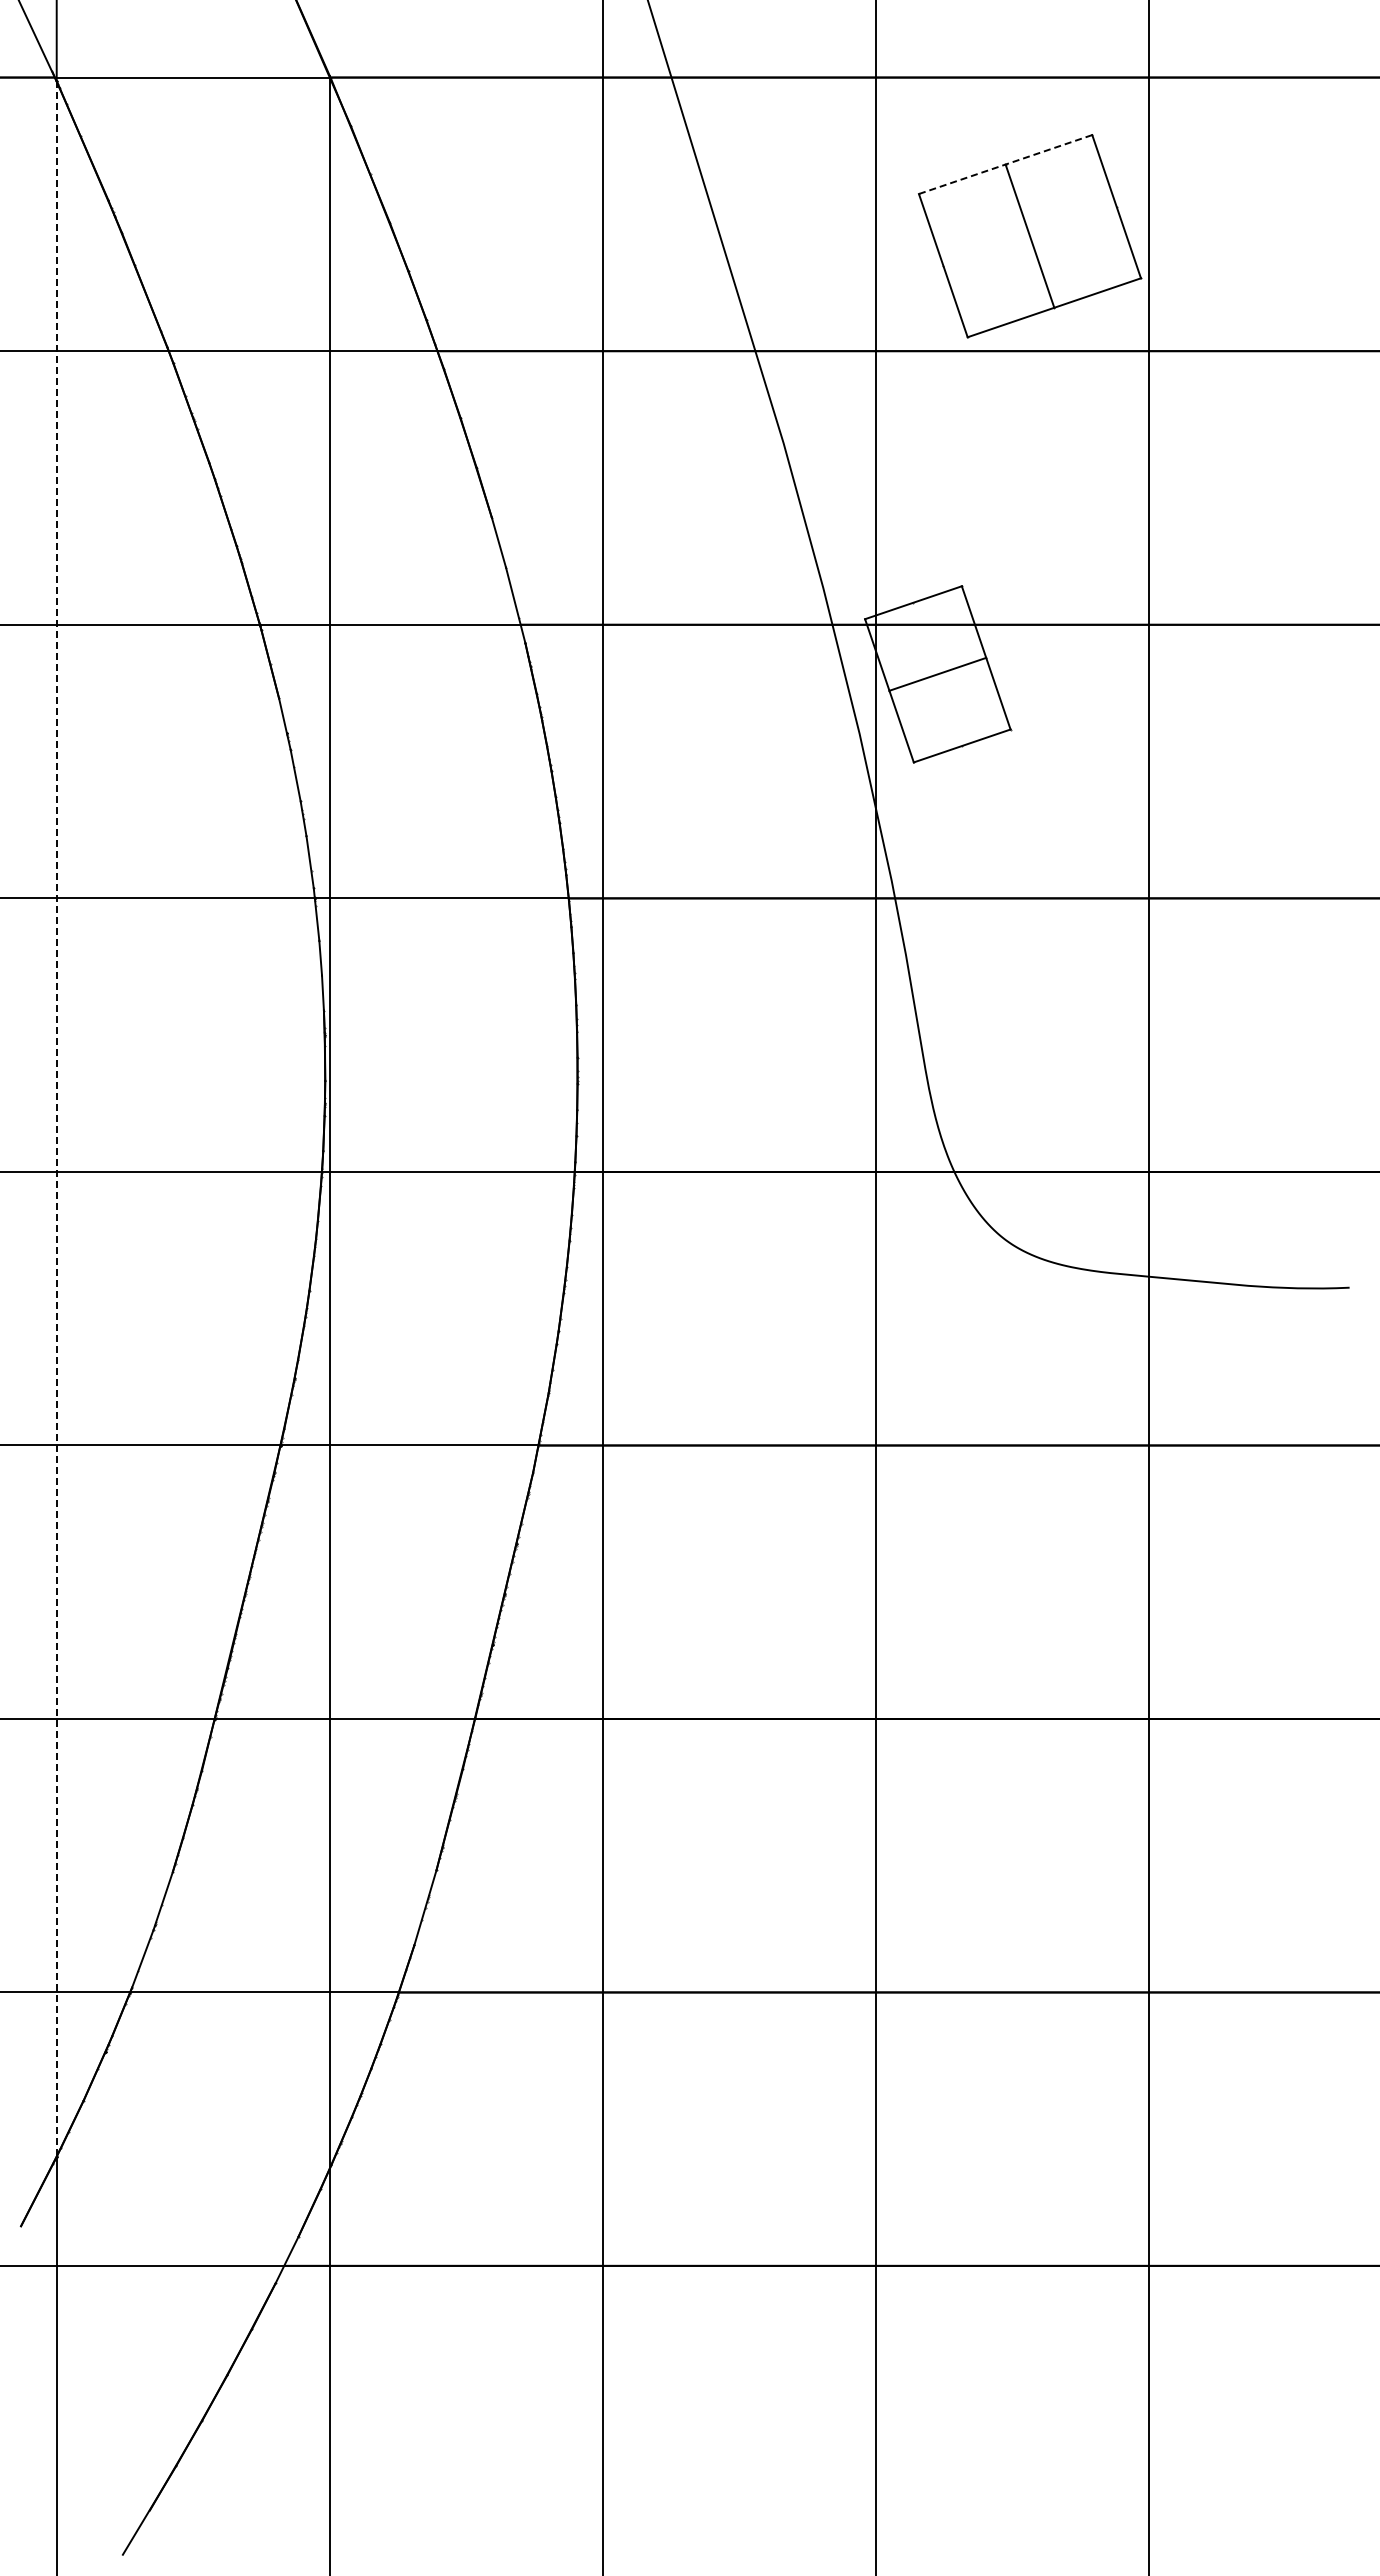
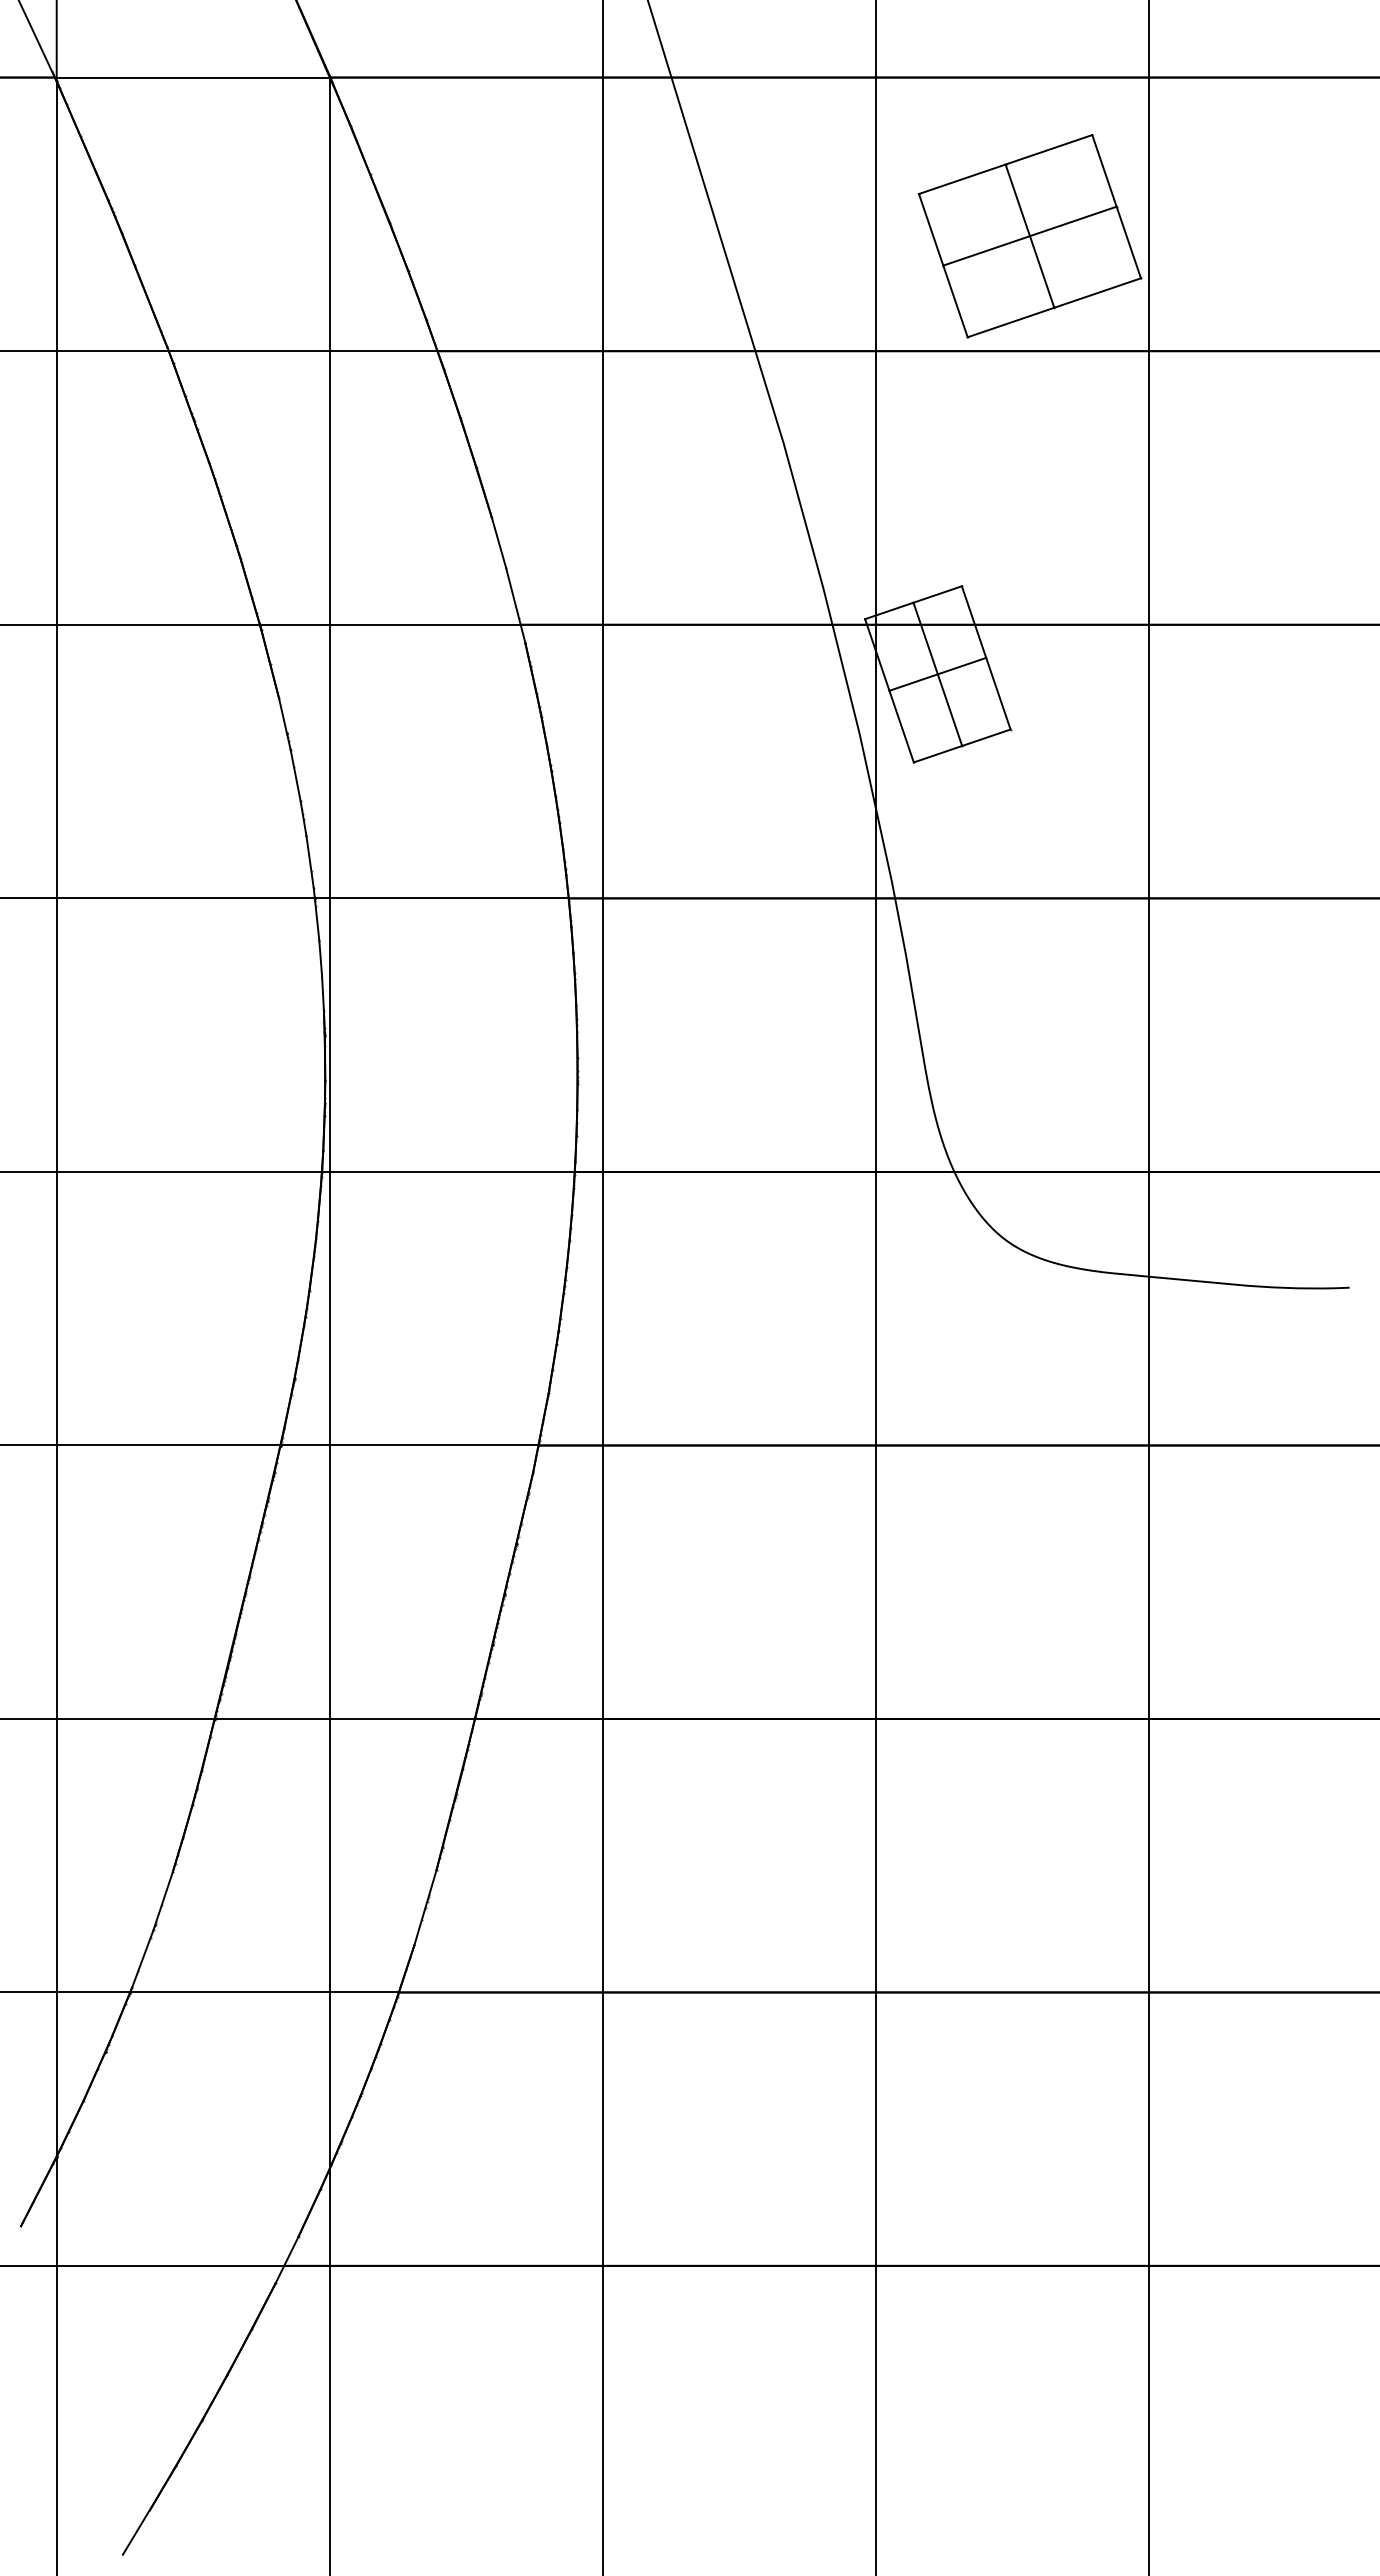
line at (1005, 164): dashed -> solid
line at (1029, 235): none -> present
line at (937, 673): none -> present
line at (56, 1119): dashed -> solid
